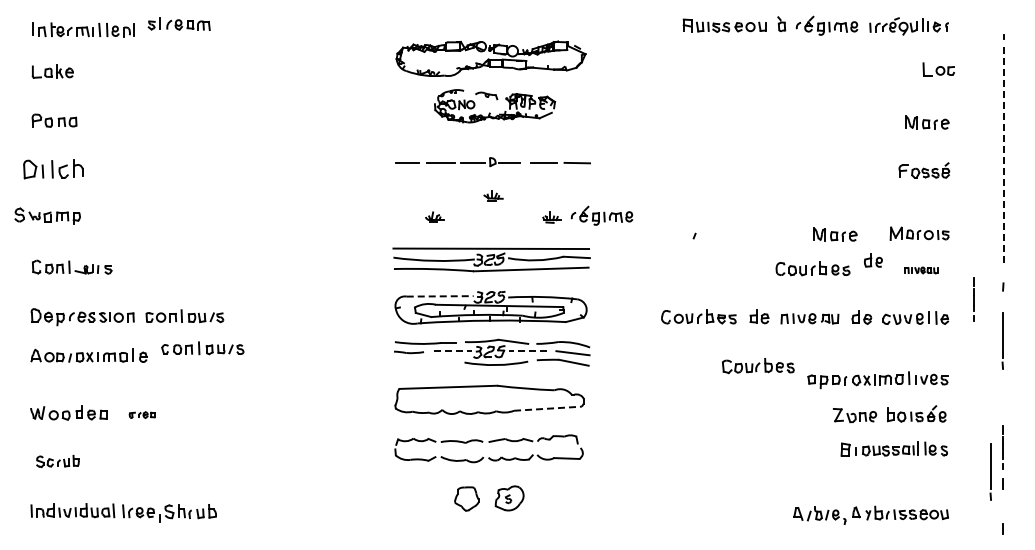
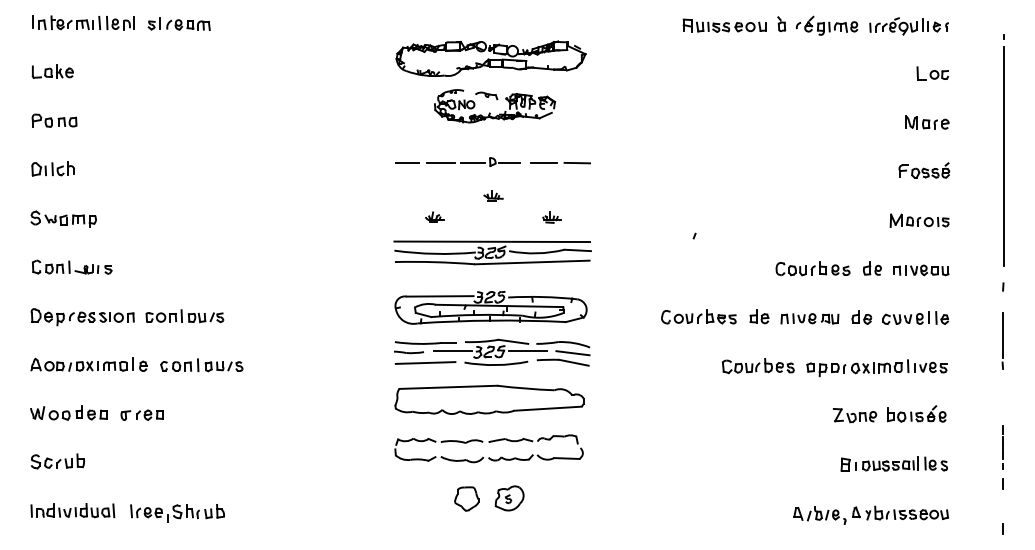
part at (83, 29) position: (83, 29) -> (83, 22)
part at (938, 69) position: (938, 69) -> (932, 73)
line at (1003, 156): dashed -> solid
part at (53, 169) size: 61x21 px -> 44x16 px
part at (47, 215) position: (47, 215) -> (63, 218)
part at (601, 215): present -> none
part at (919, 233) position: (919, 233) -> (919, 220)
part at (835, 234): present -> none
part at (491, 259) position: (491, 259) -> (492, 252)
part at (873, 260) position: (873, 260) -> (872, 268)
part at (921, 270) size: 35x9 px -> 57x13 px
line at (440, 296): dashed -> solid
line at (973, 299): present -> none
part at (202, 348) position: (202, 348) -> (201, 365)
line at (453, 351): dashed -> solid
line at (527, 351): dashed -> solid
part at (88, 355) position: (88, 355) -> (88, 364)
line at (425, 362): none -> present
part at (877, 380) position: (877, 380) -> (876, 368)
line at (547, 408): dashed -> solid
part at (141, 414) size: 28x8 px -> 44x12 px
part at (893, 448) position: (893, 448) -> (893, 463)
part at (57, 461) size: 44x13 px -> 54x17 px
line at (990, 471): present -> none
part at (169, 513) position: (169, 513) -> (177, 513)
